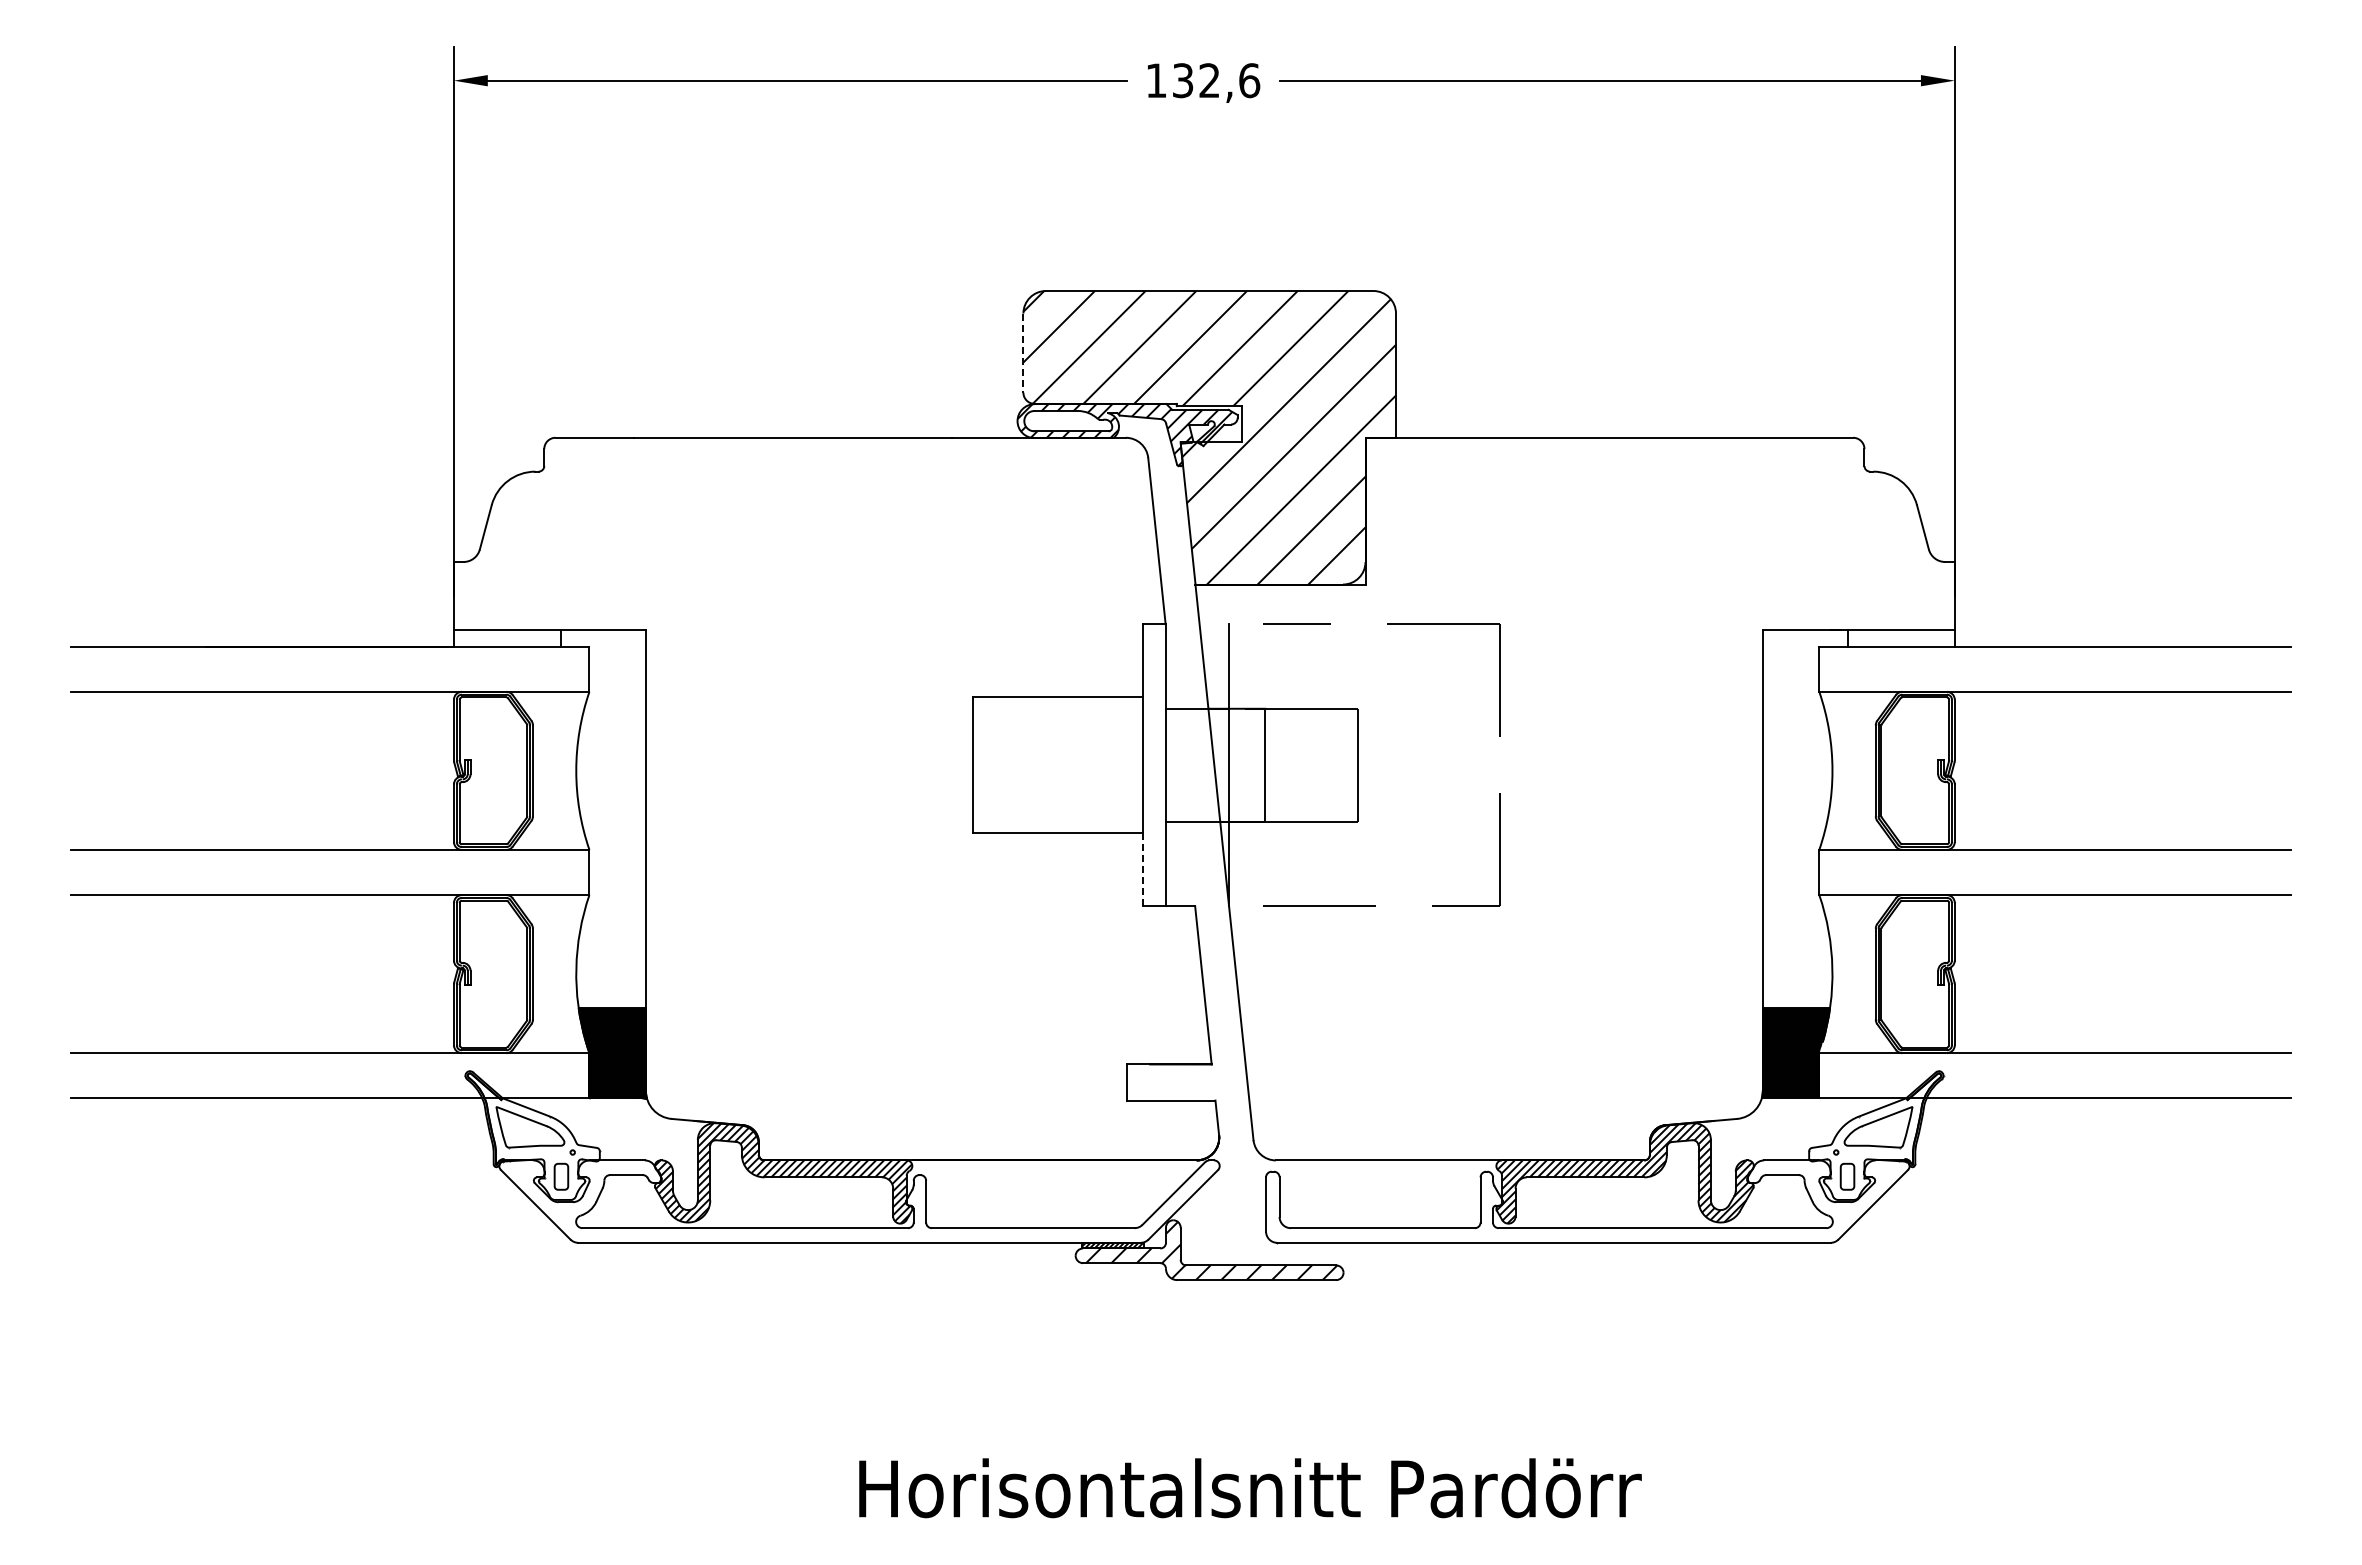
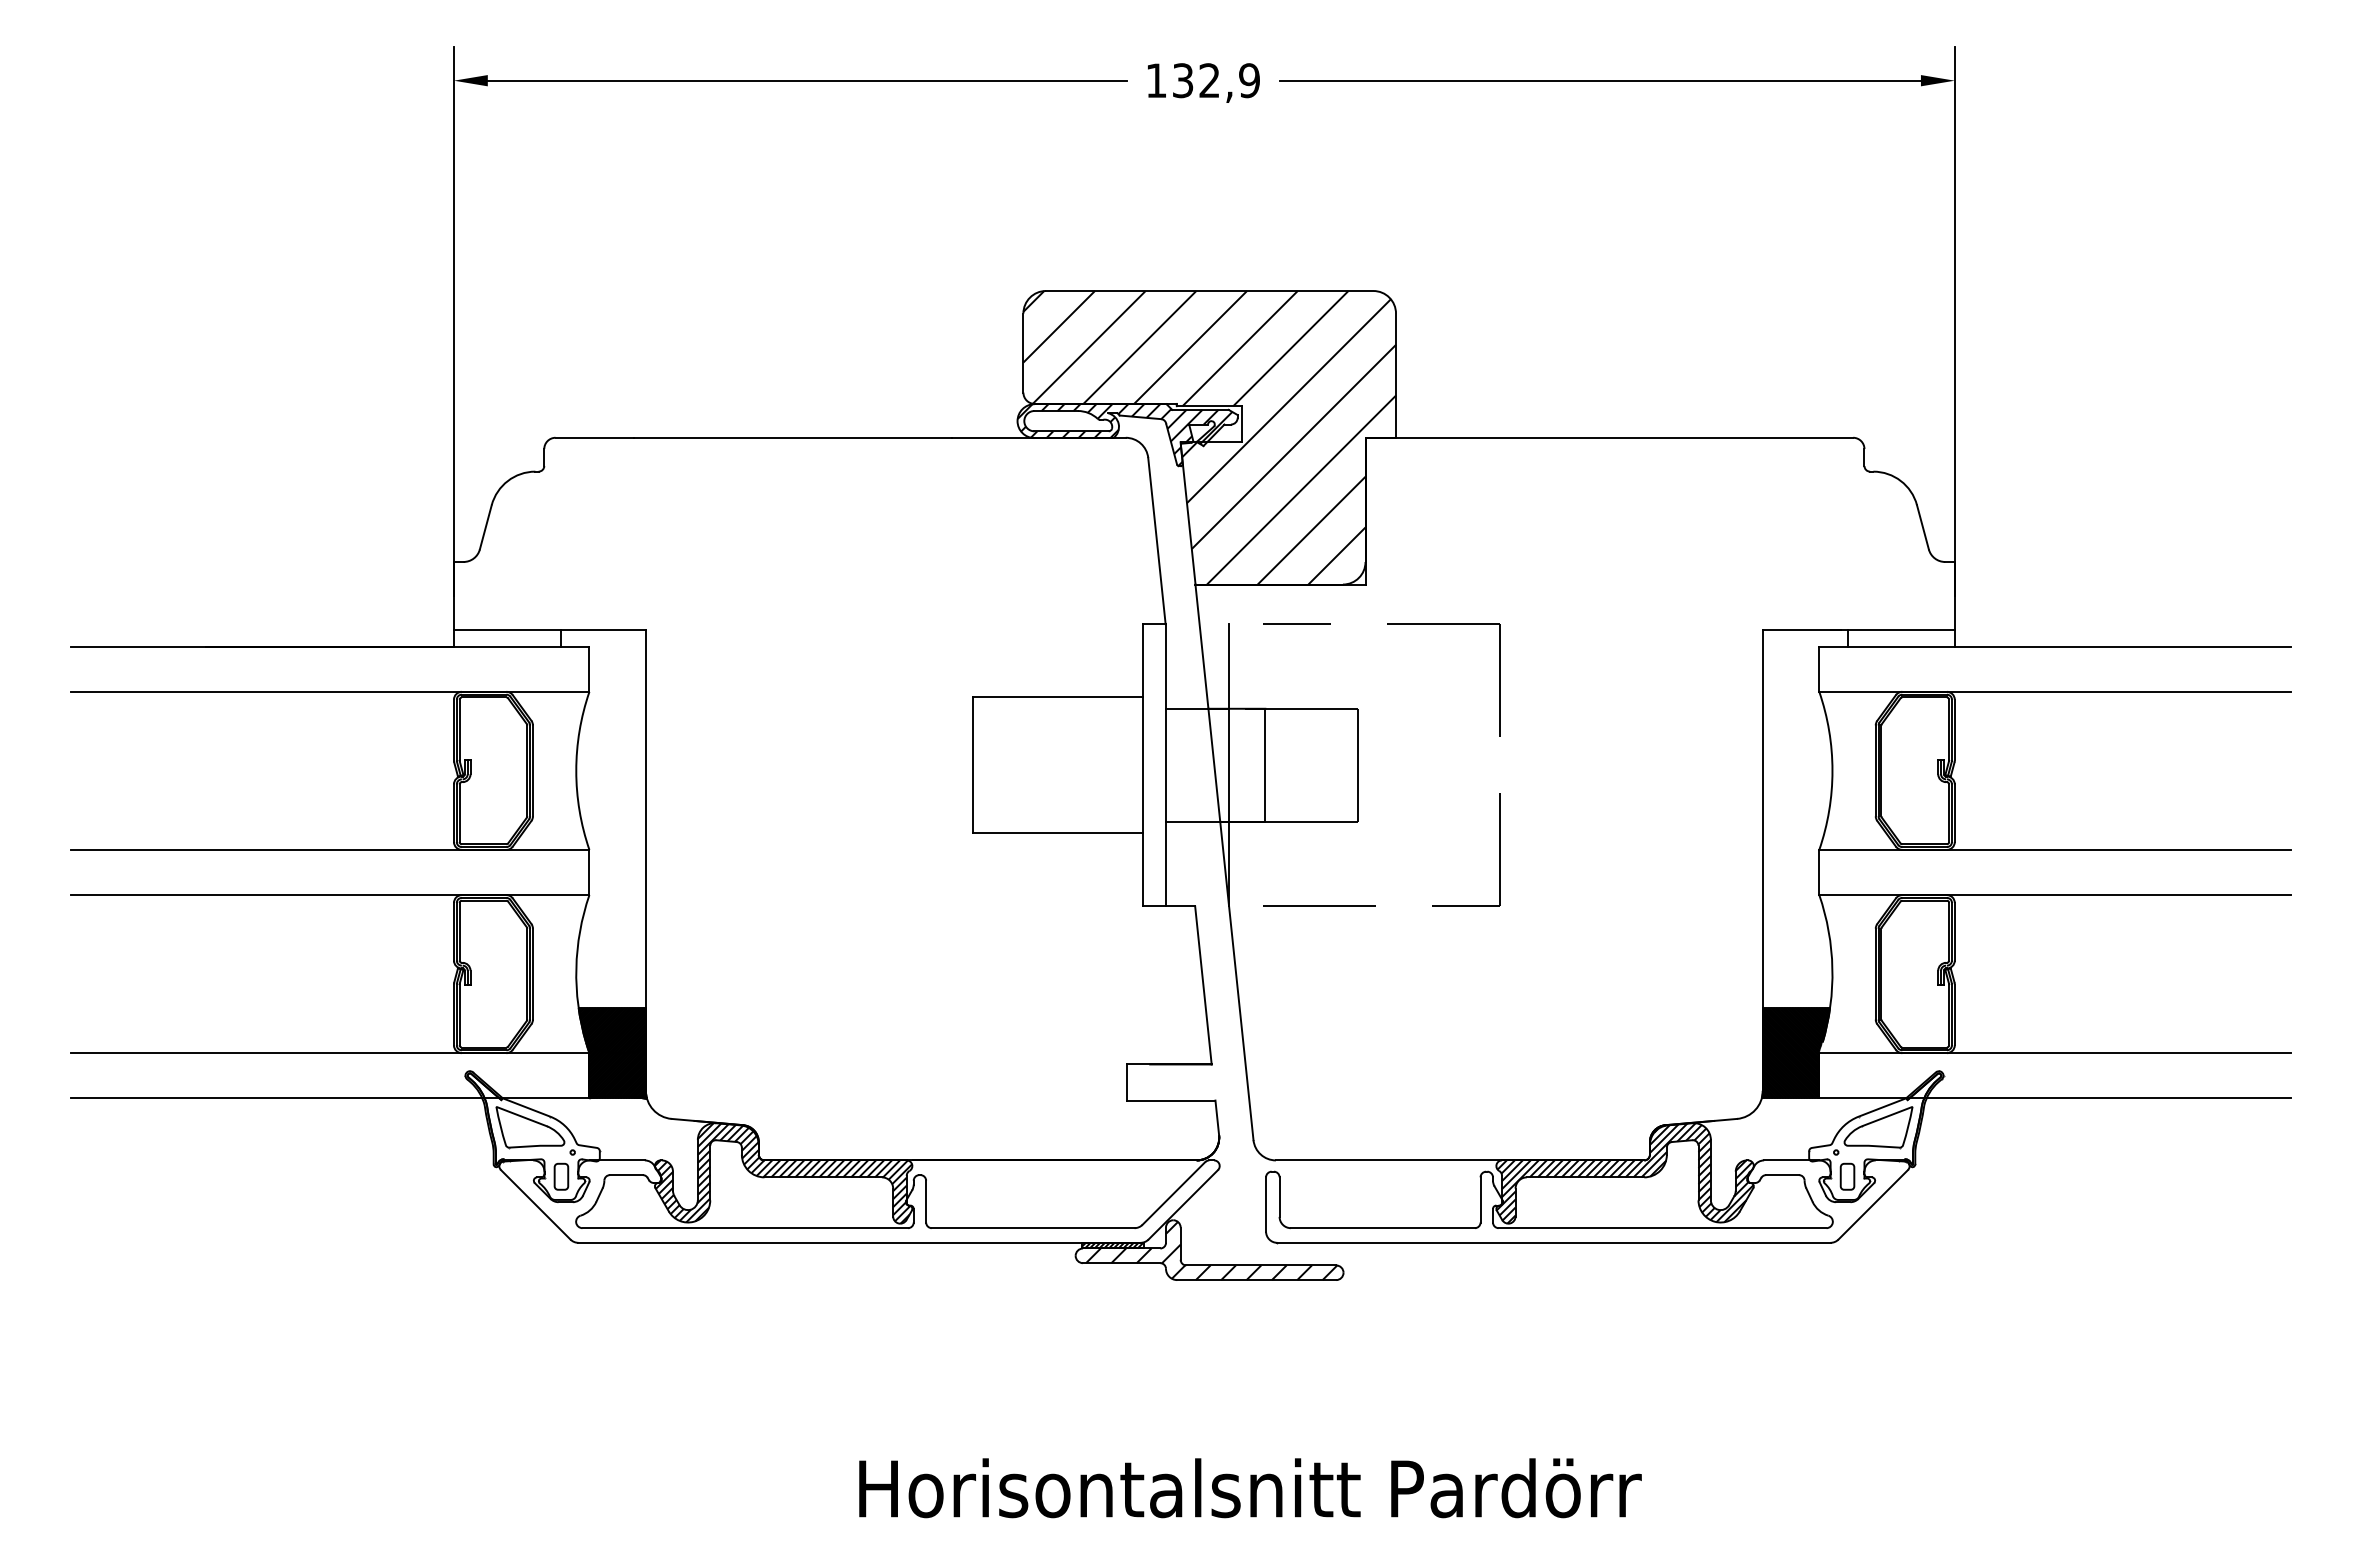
text at (1249, 80): 132,6 -> 132,9
line at (1023, 353): dashed -> solid
line at (1143, 869): dashed -> solid
